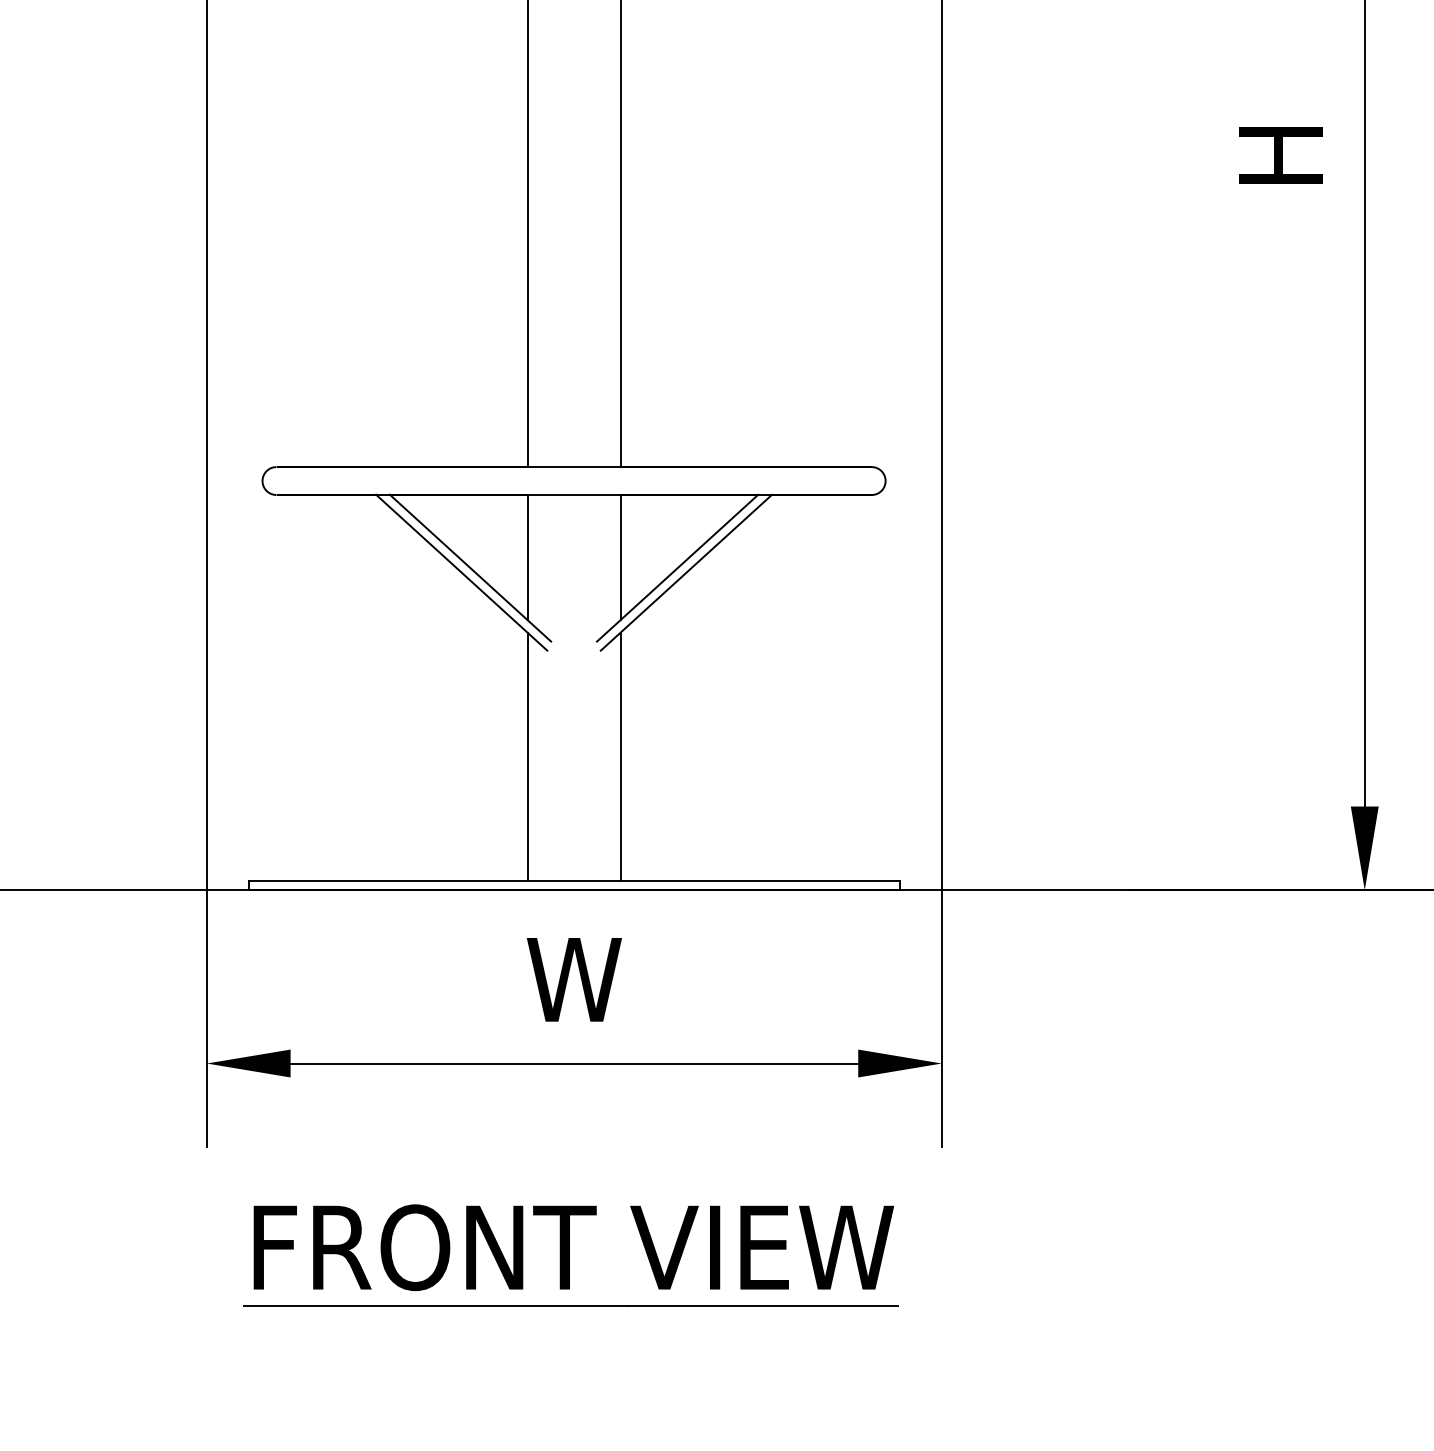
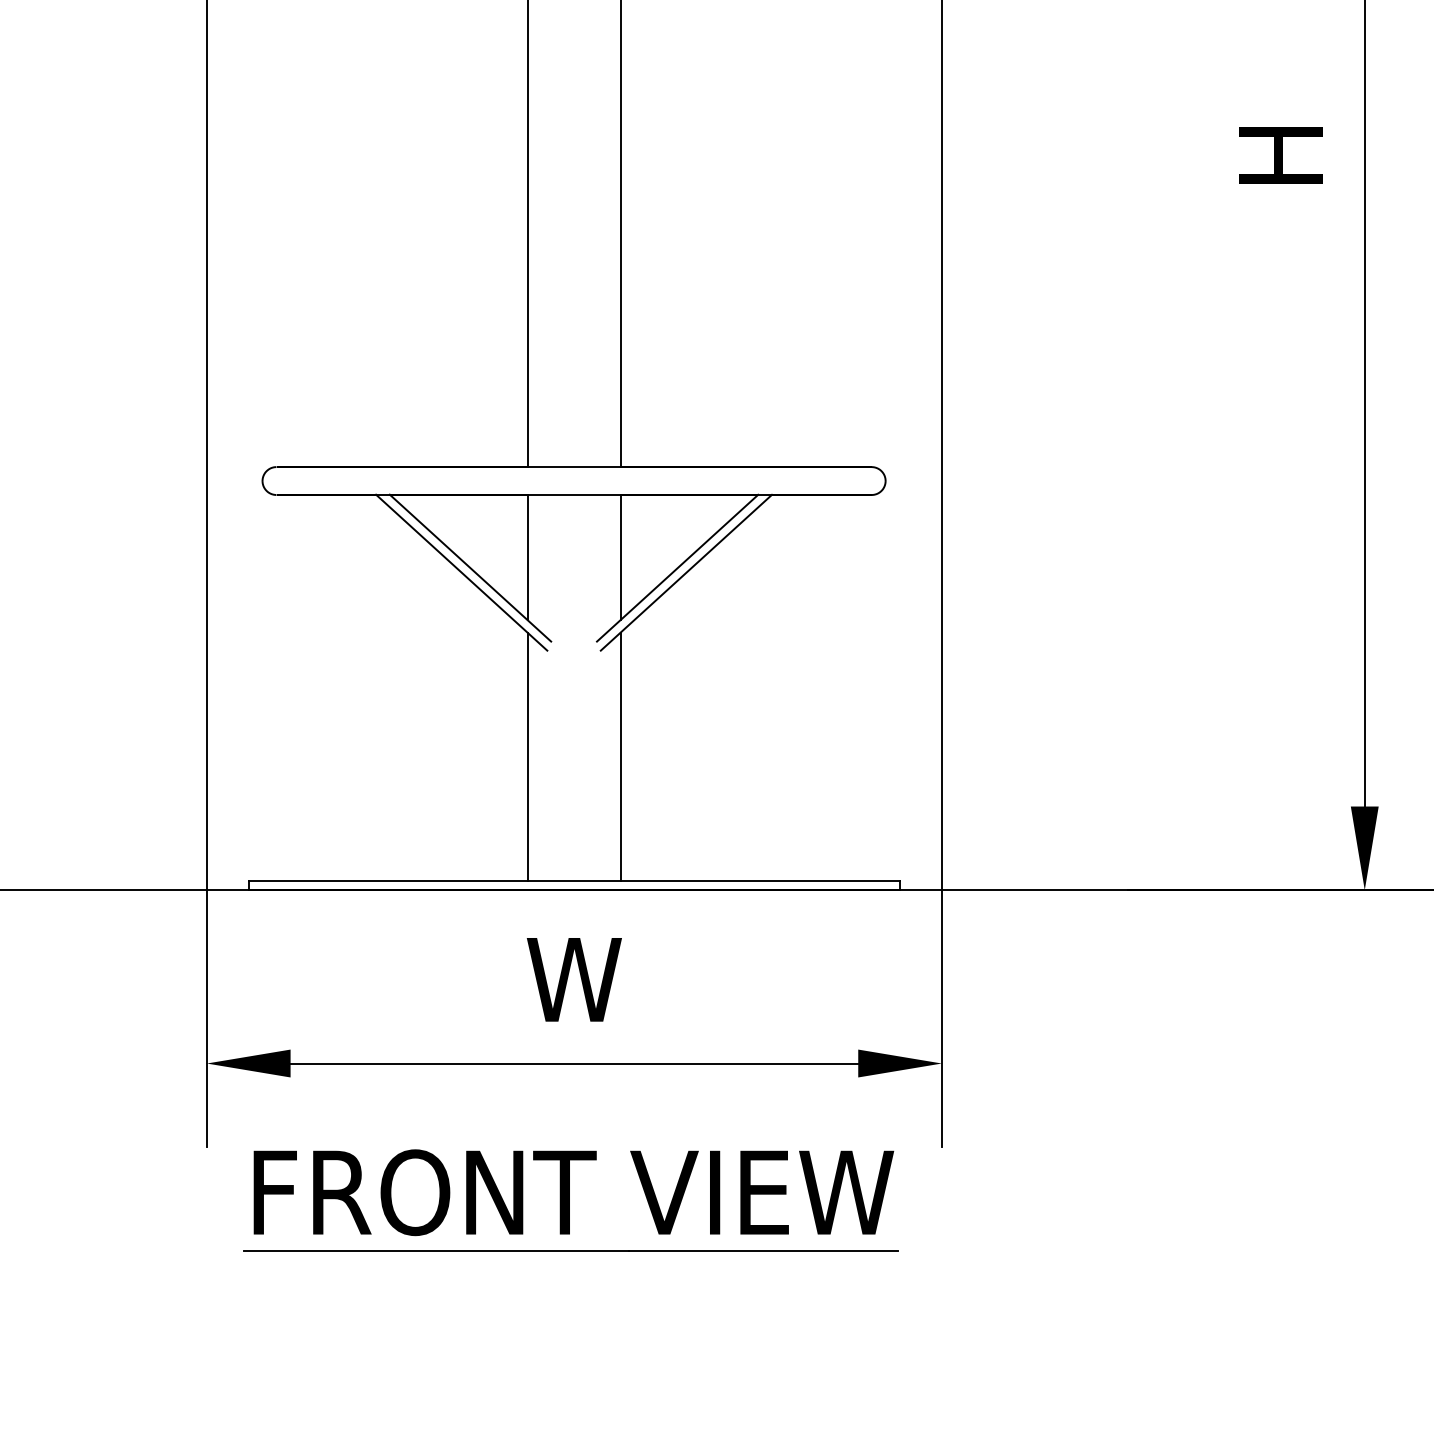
part at (570, 1255) position: (570, 1255) -> (570, 1200)
